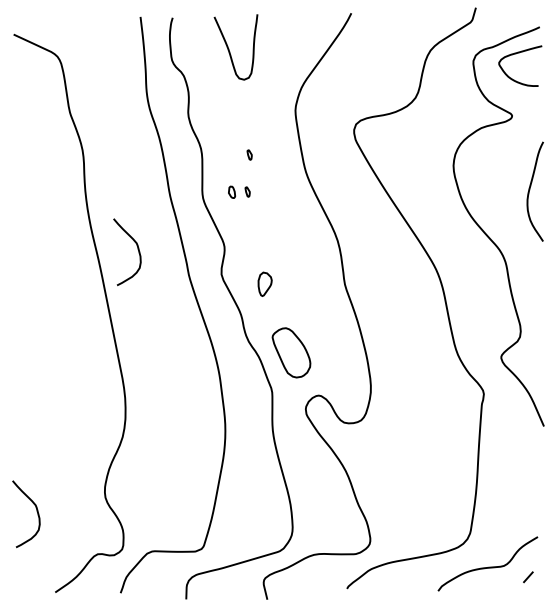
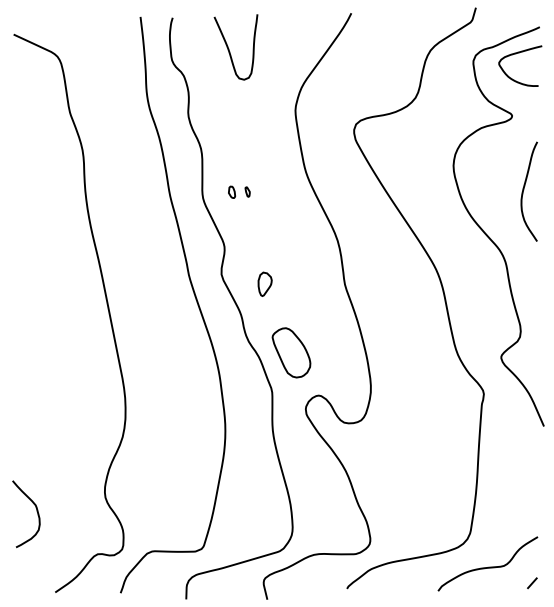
part at (249, 154): present -> none
curve at (530, 189) position: (530, 189) -> (524, 189)
curve at (137, 249): present -> none
line at (528, 577) position: (528, 577) -> (532, 583)
